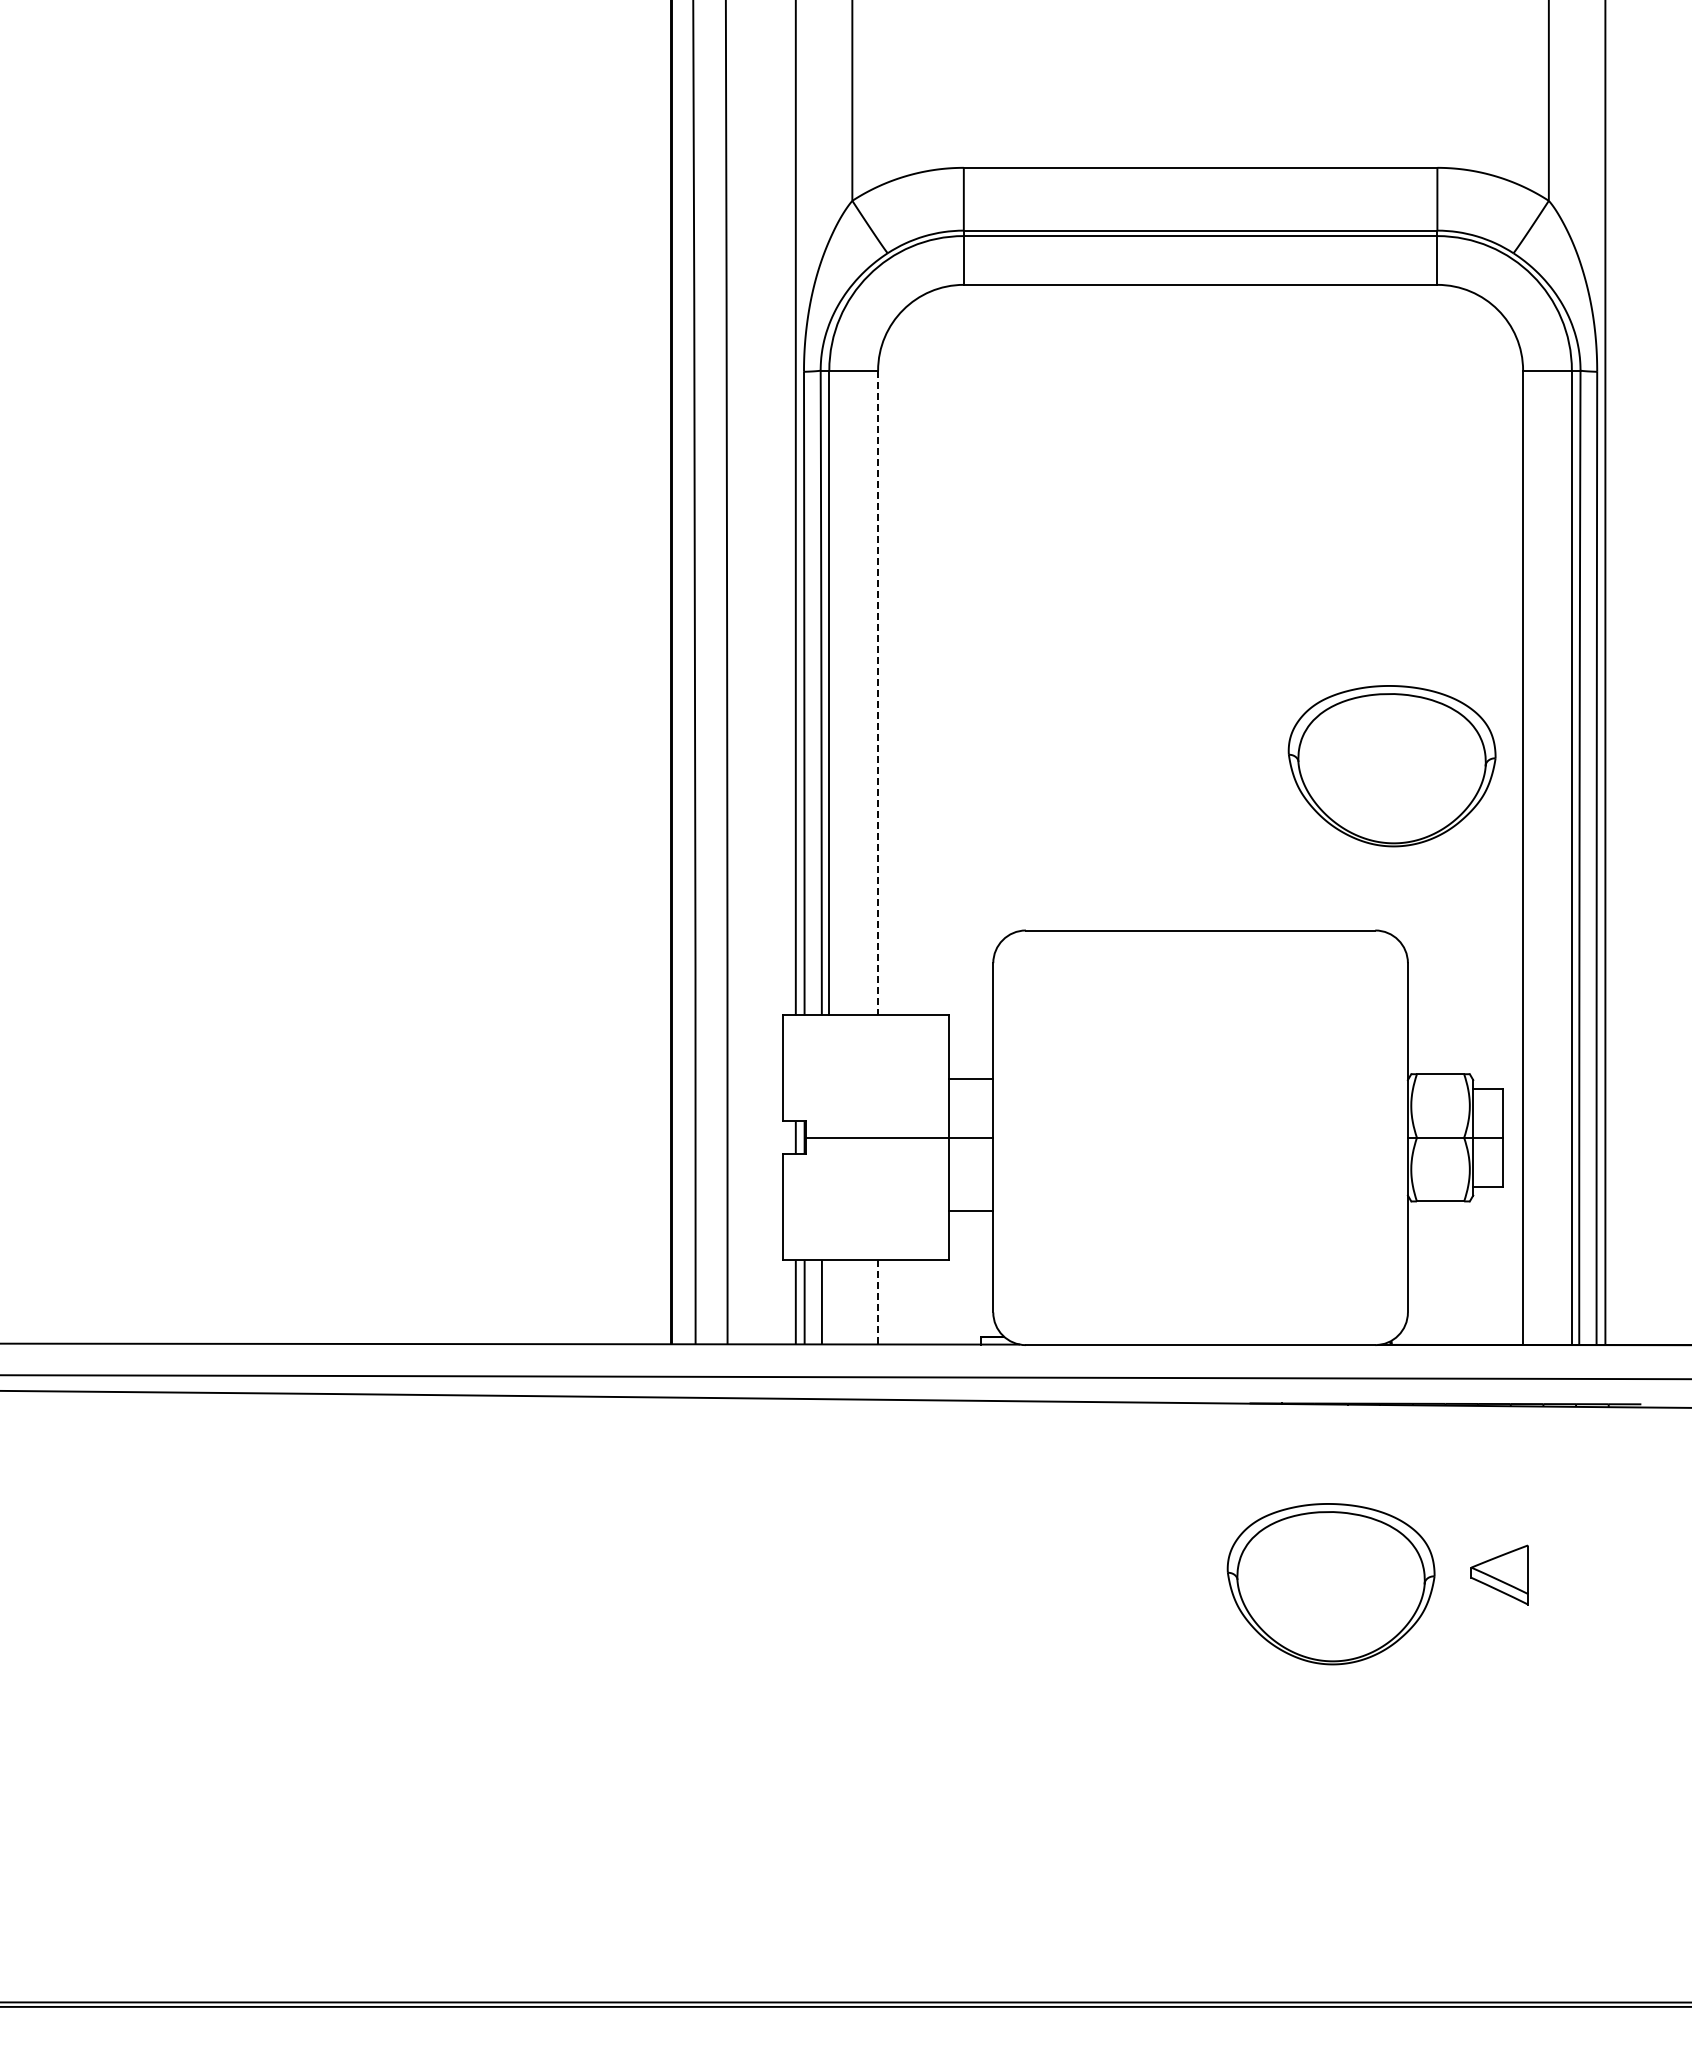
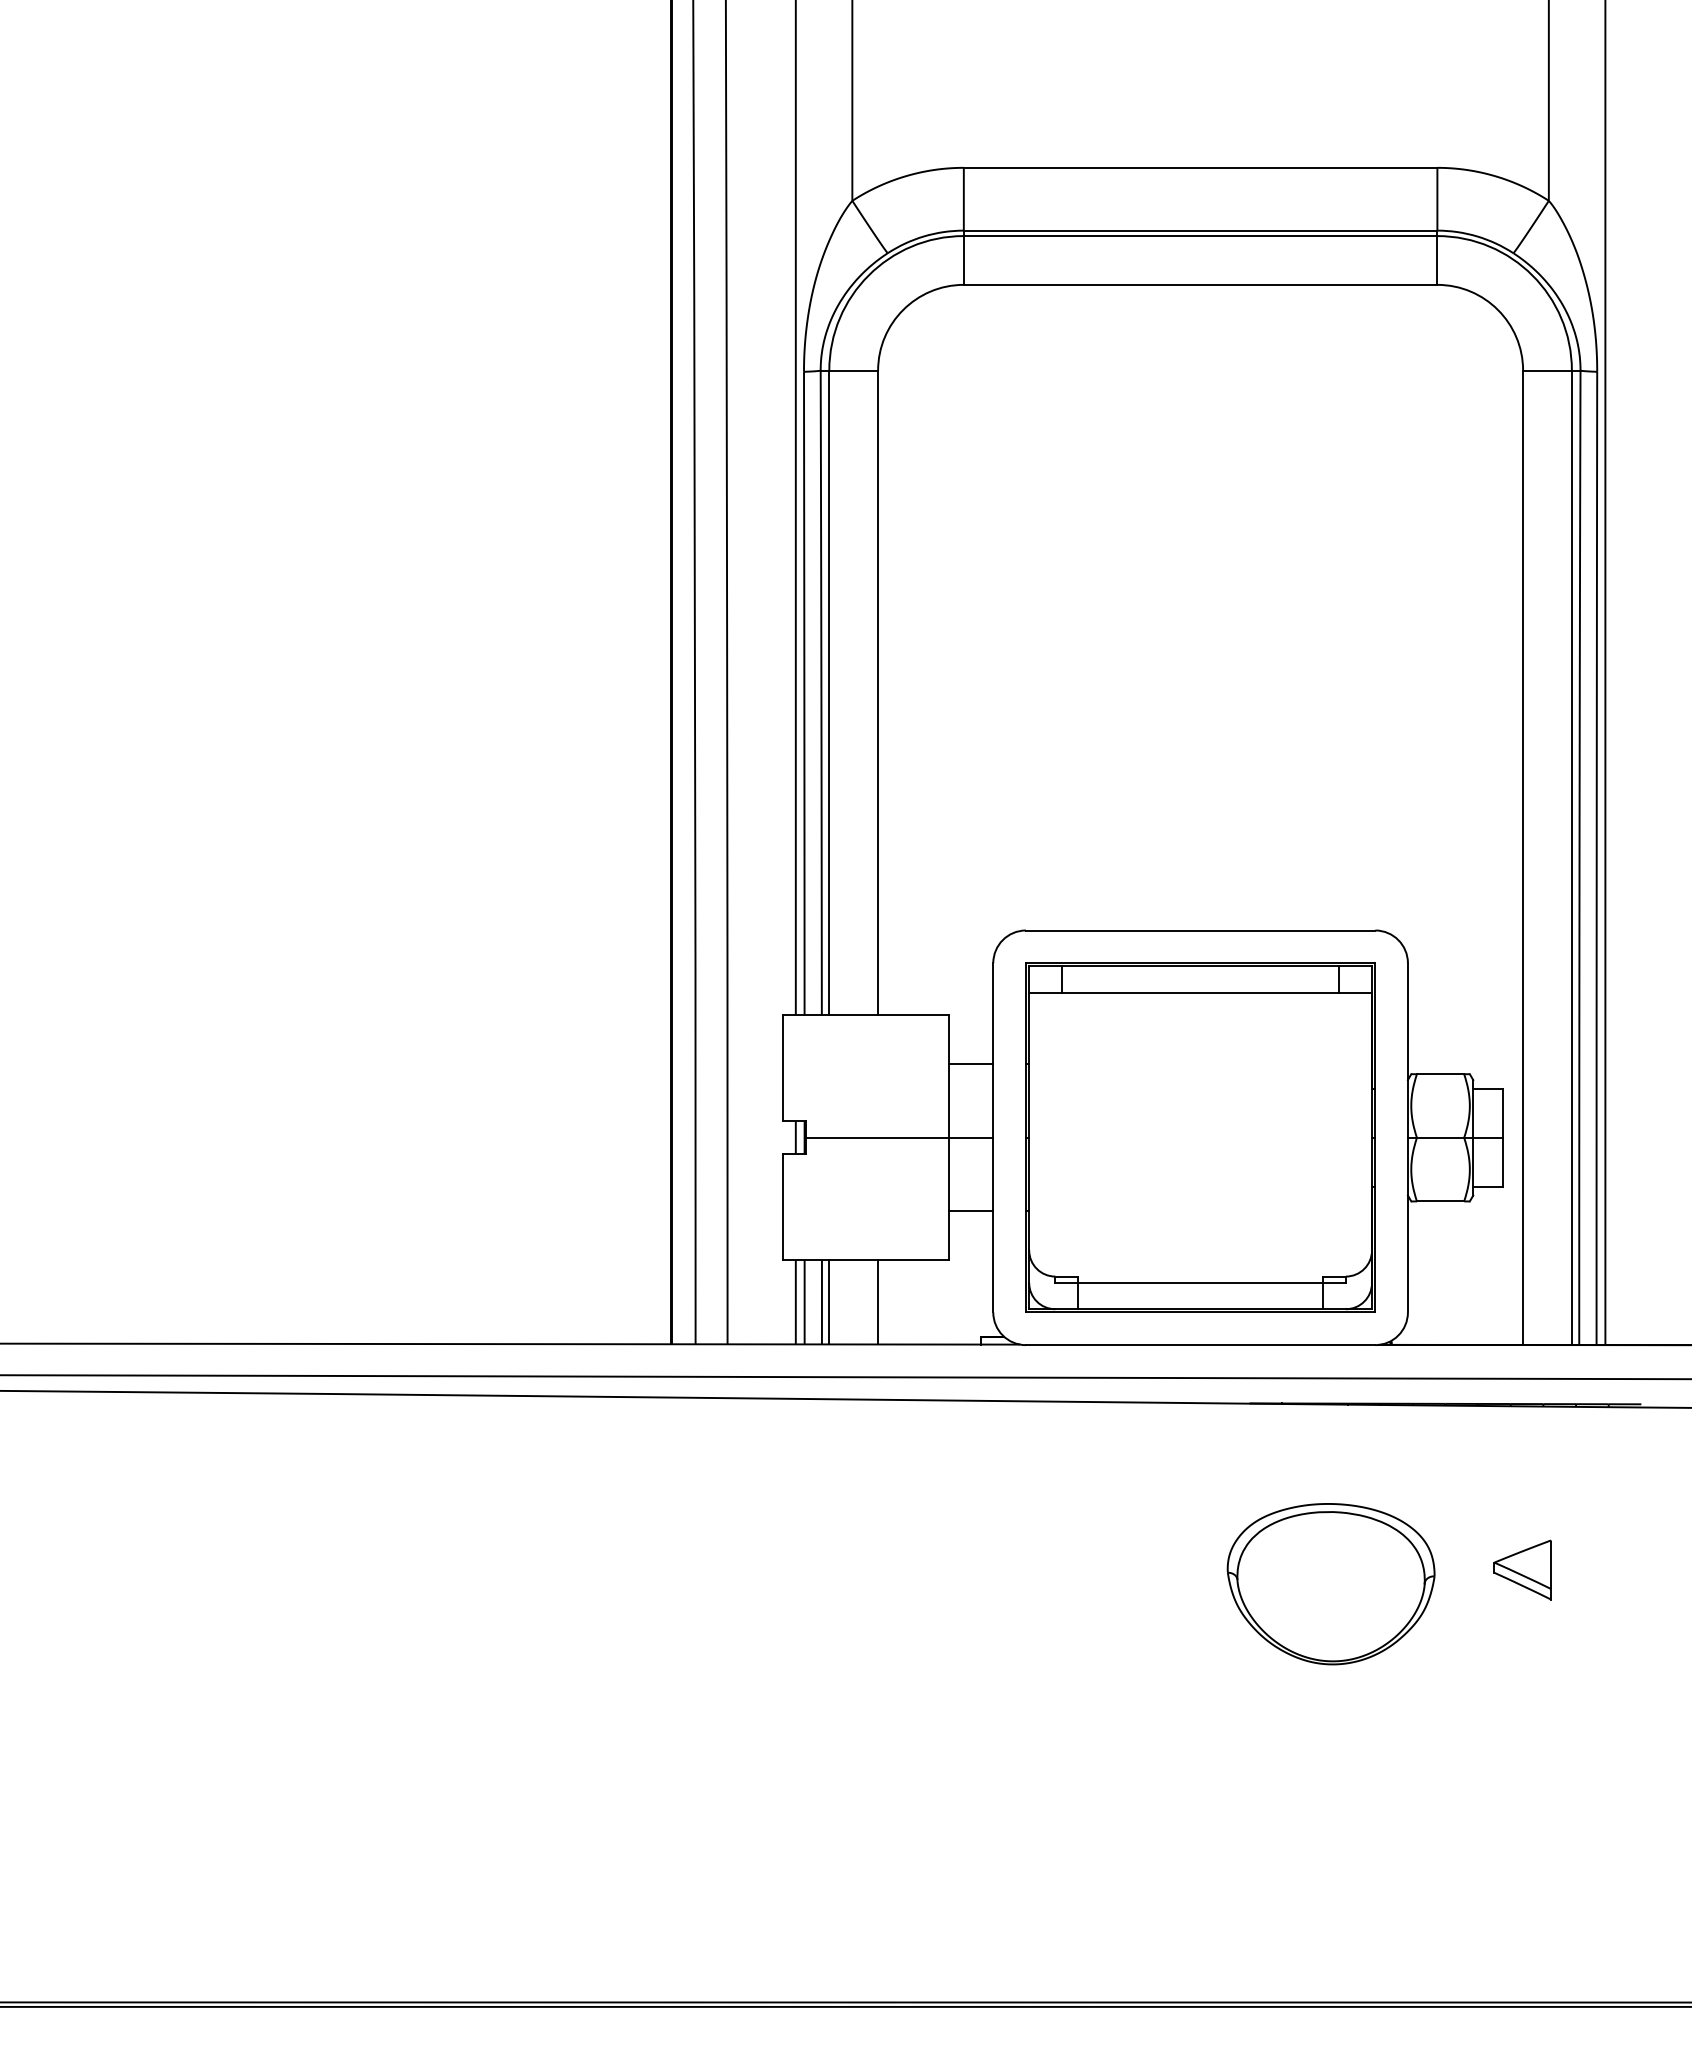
line at (878, 693): dashed -> solid
part at (1391, 766): present -> none
line at (971, 1079) position: (971, 1079) -> (971, 1064)
part at (1200, 1137): none -> present
line at (829, 1302): none -> present
line at (878, 1302): dashed -> solid
part at (1499, 1574) position: (1499, 1574) -> (1522, 1569)
